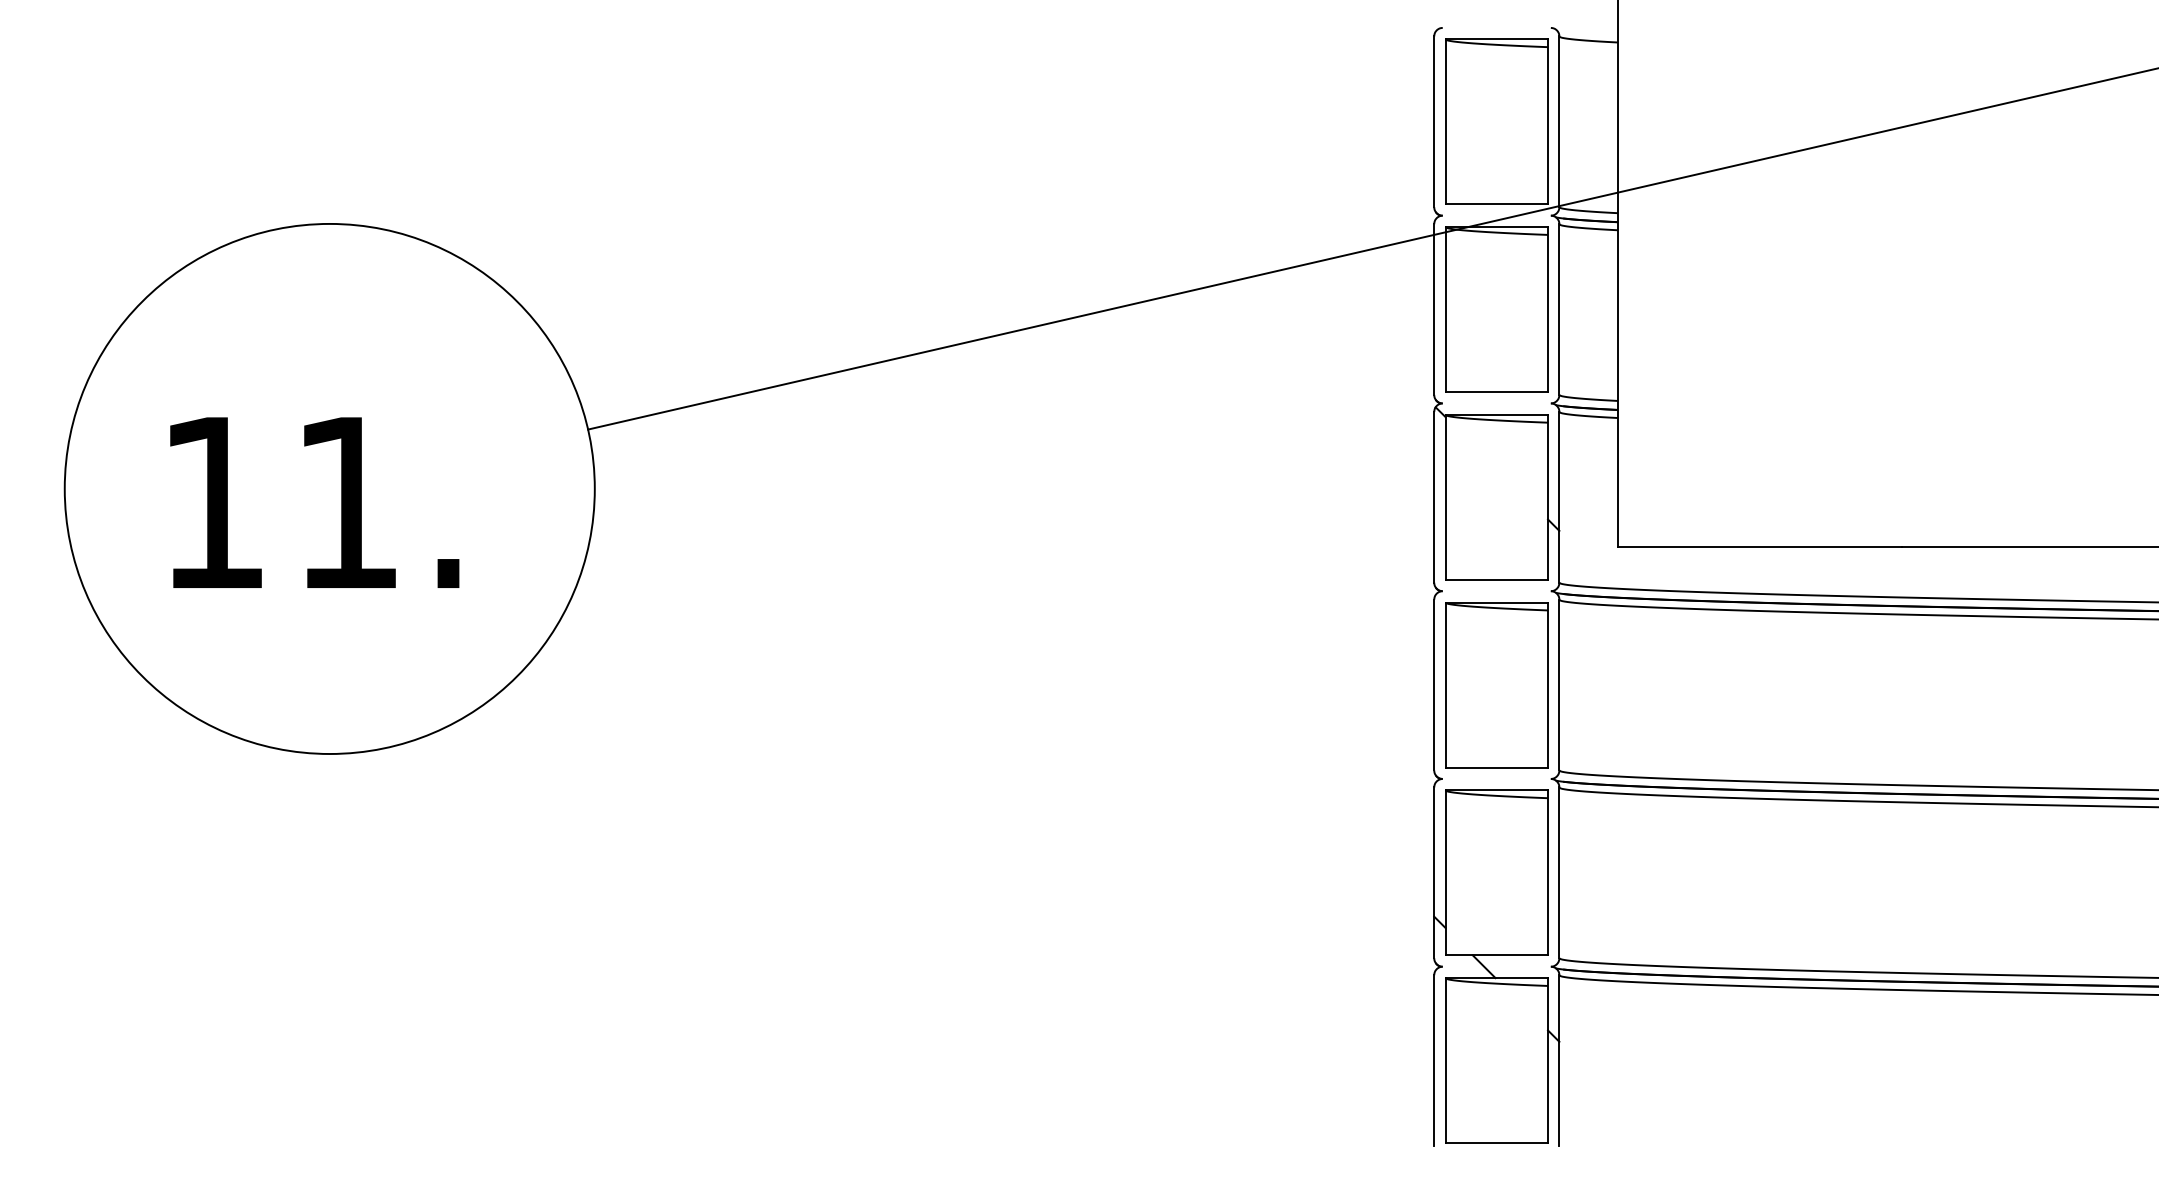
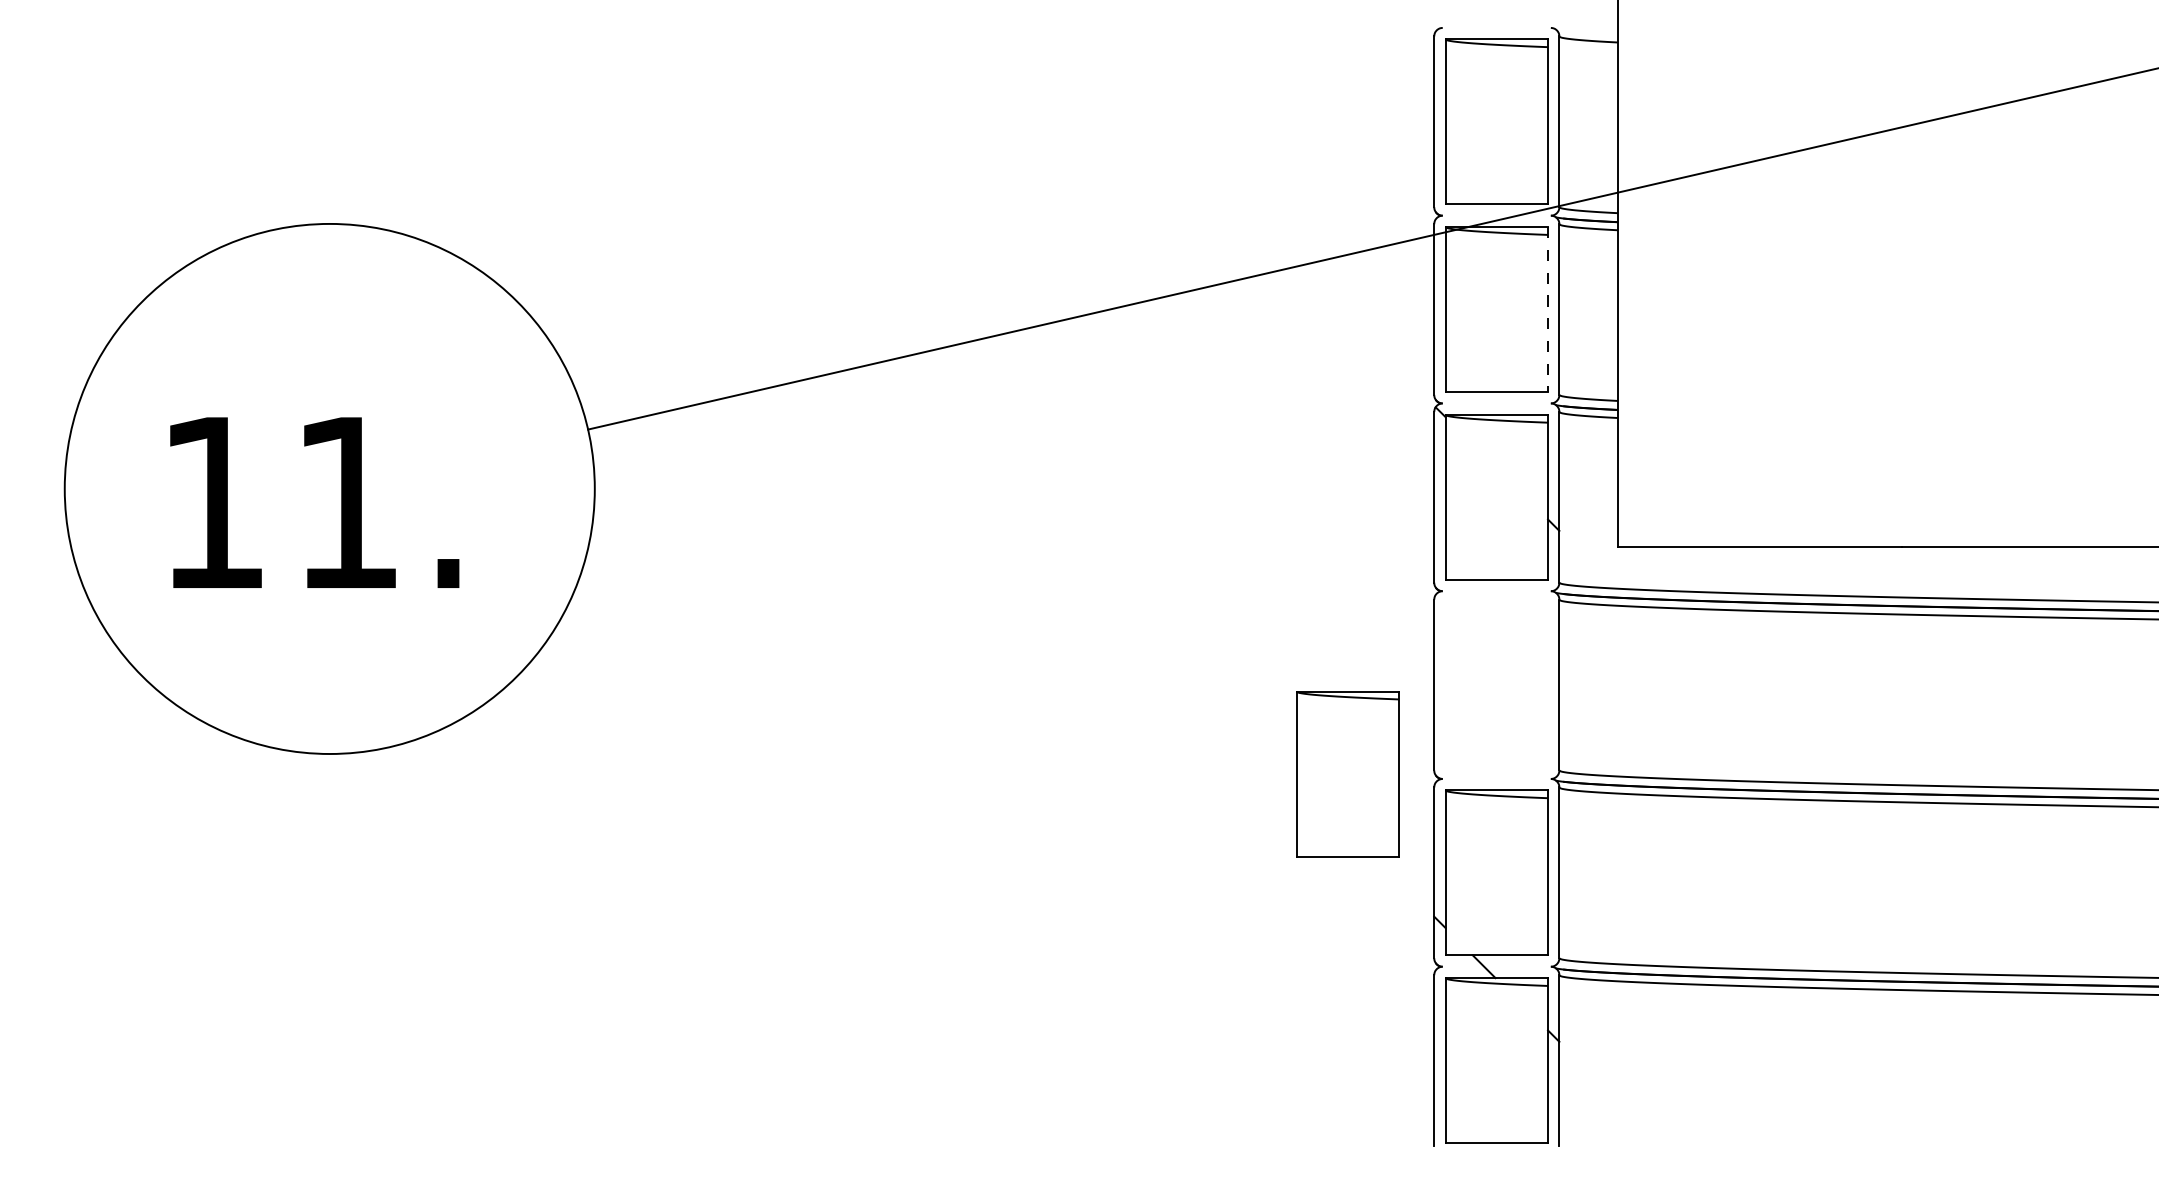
line at (1548, 309): solid -> dashed
part at (1496, 685) position: (1496, 685) -> (1347, 774)
